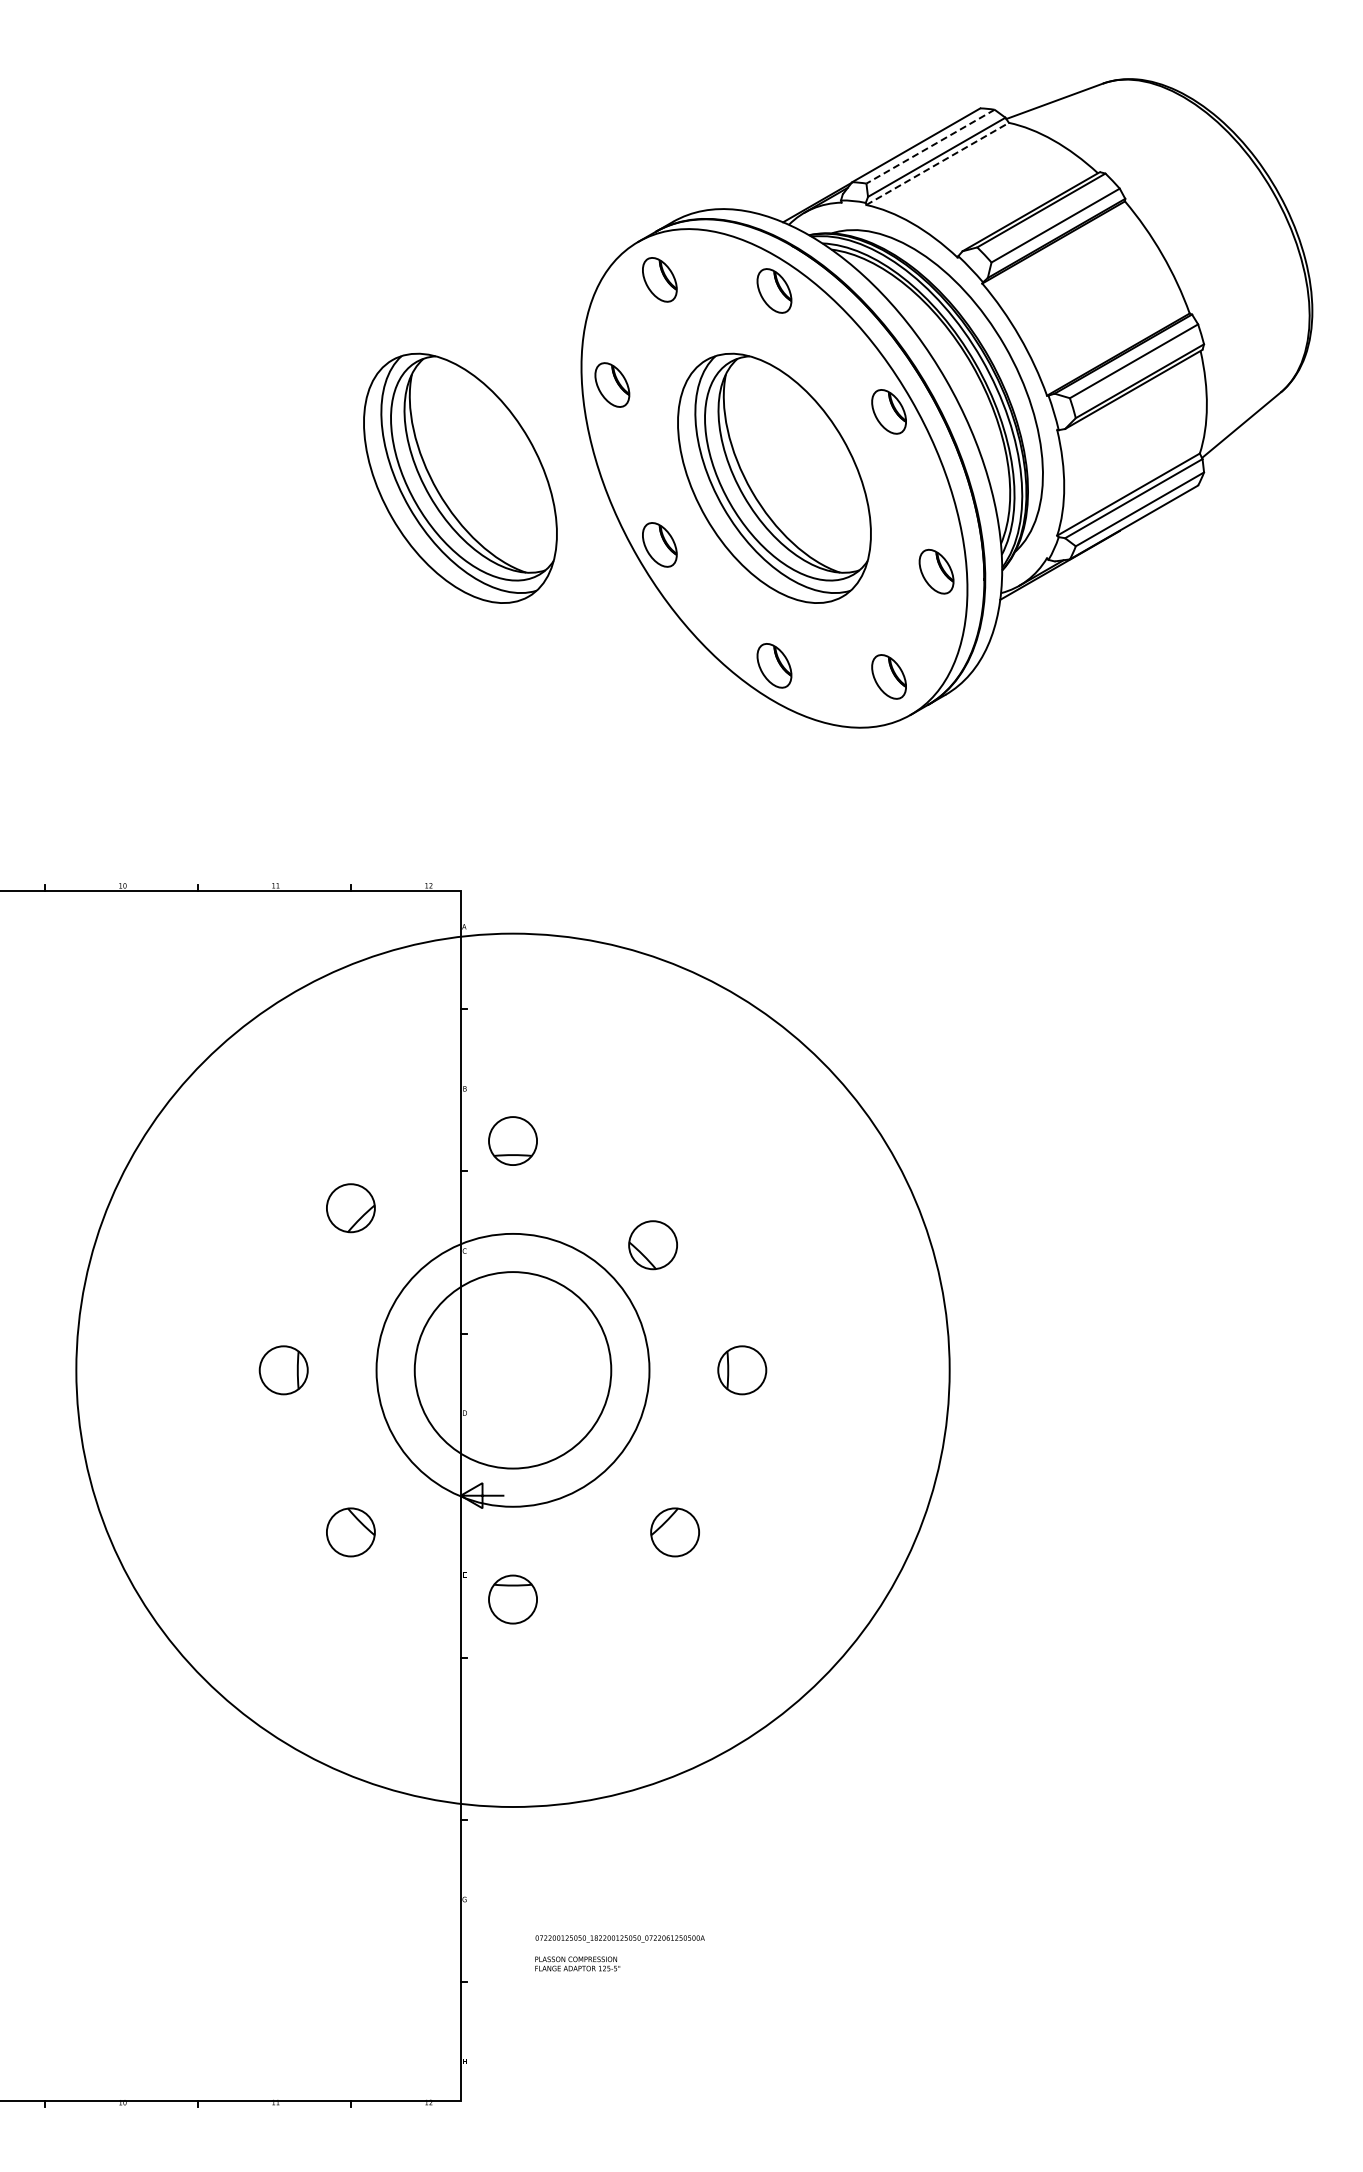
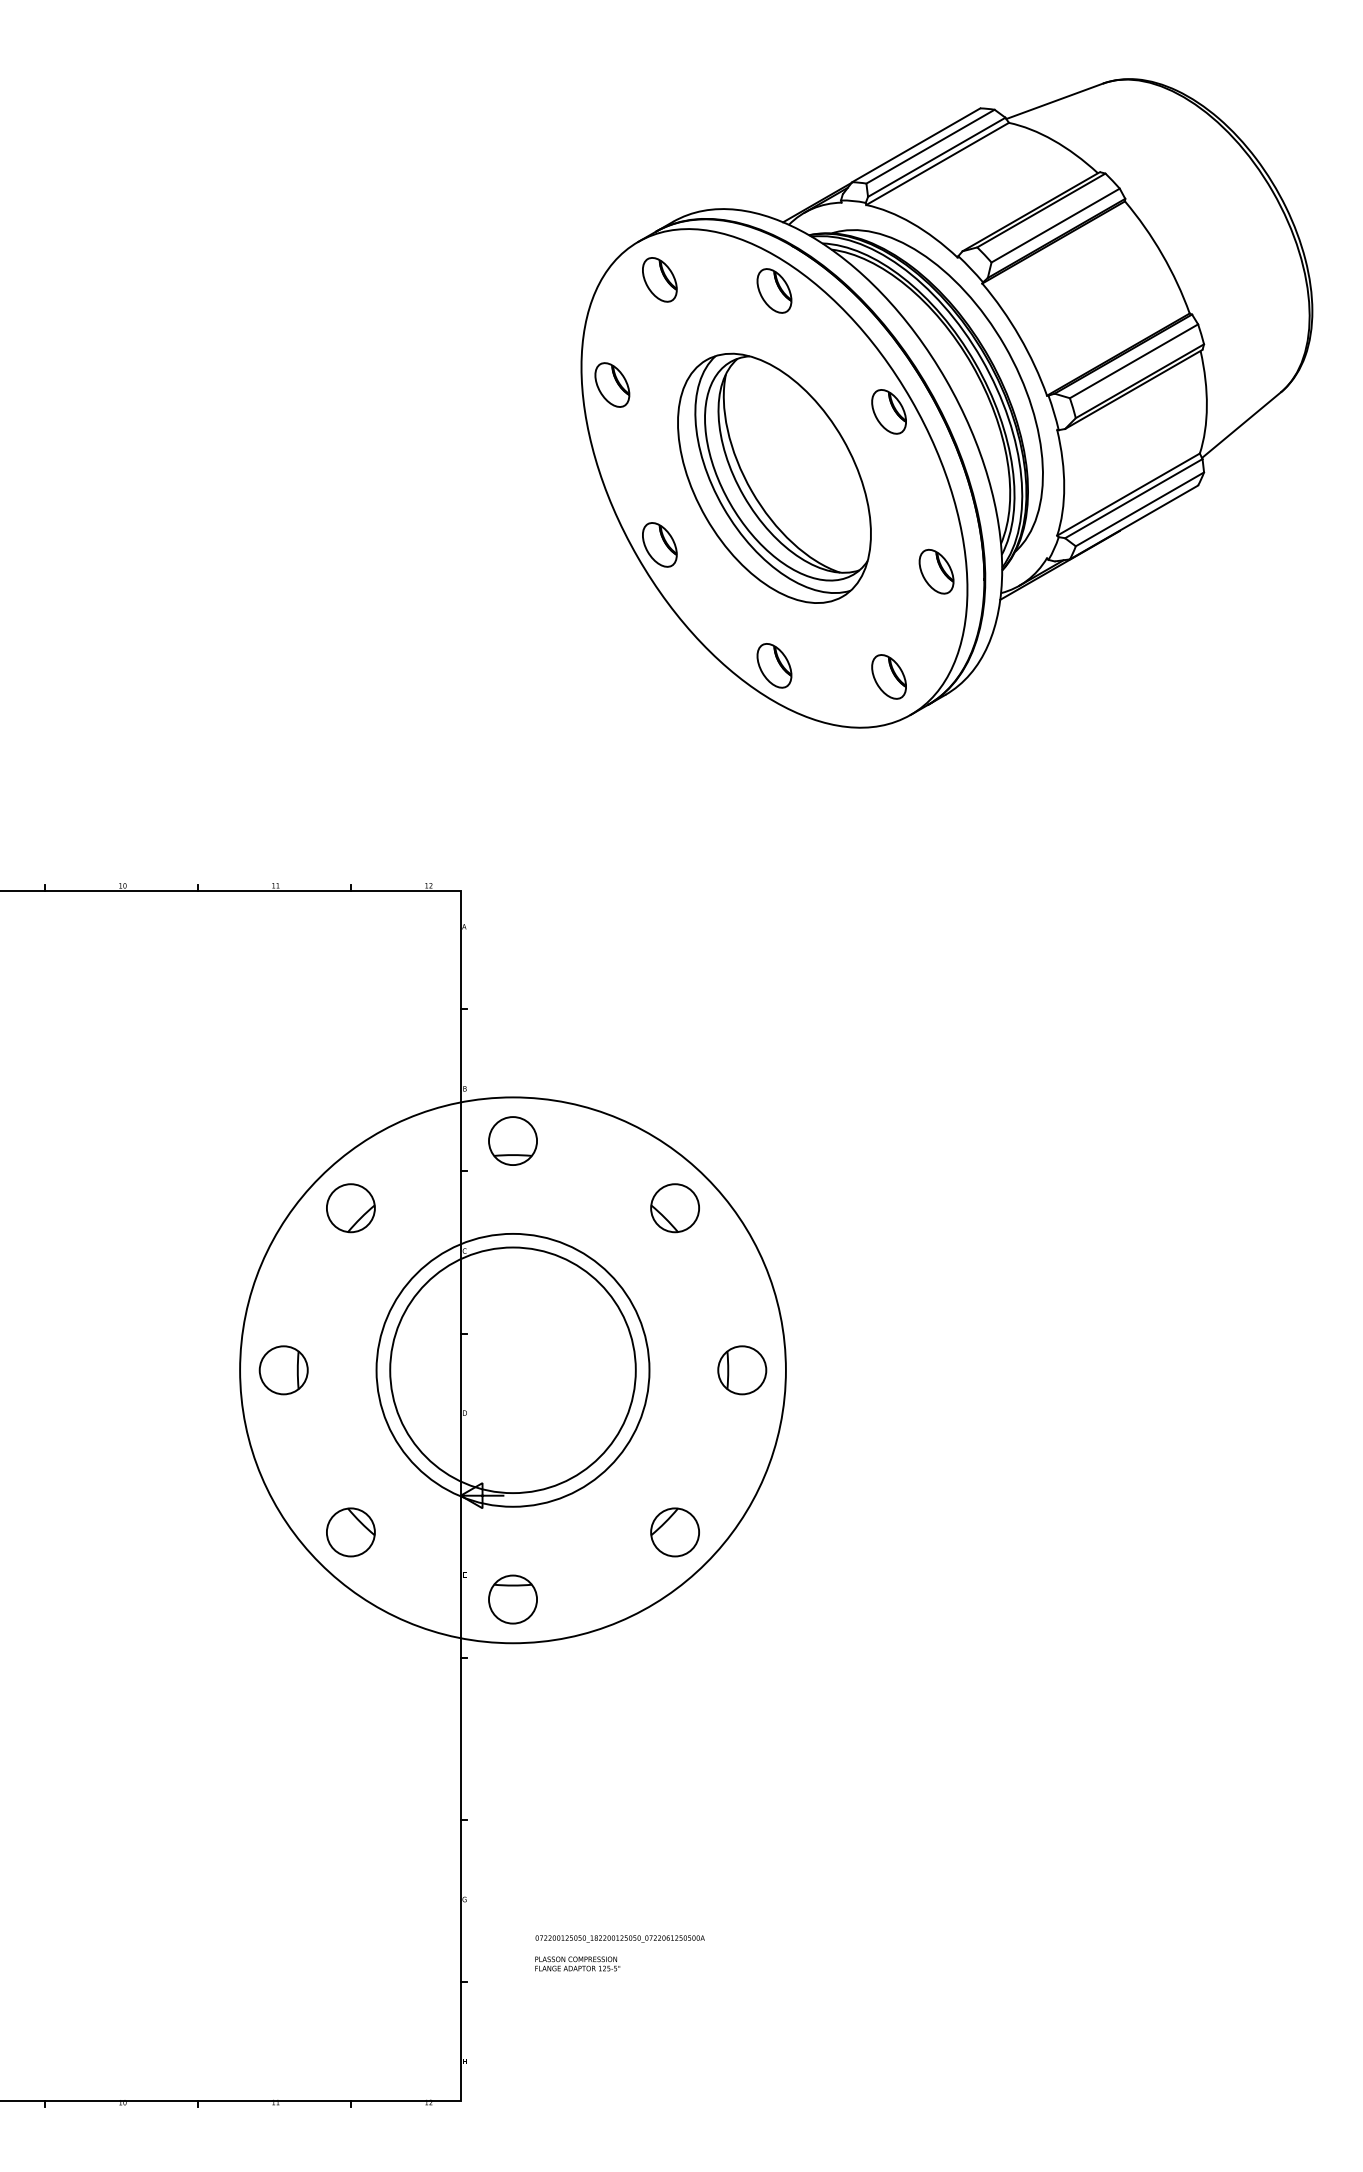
line at (930, 146): dashed -> solid
line at (938, 163): dashed -> solid
part at (460, 477): present -> none
part at (652, 1245) position: (652, 1245) -> (674, 1208)
circle at (512, 1370) diameter: 197 px -> 246 px
circle at (512, 1370) diameter: 873 px -> 546 px
